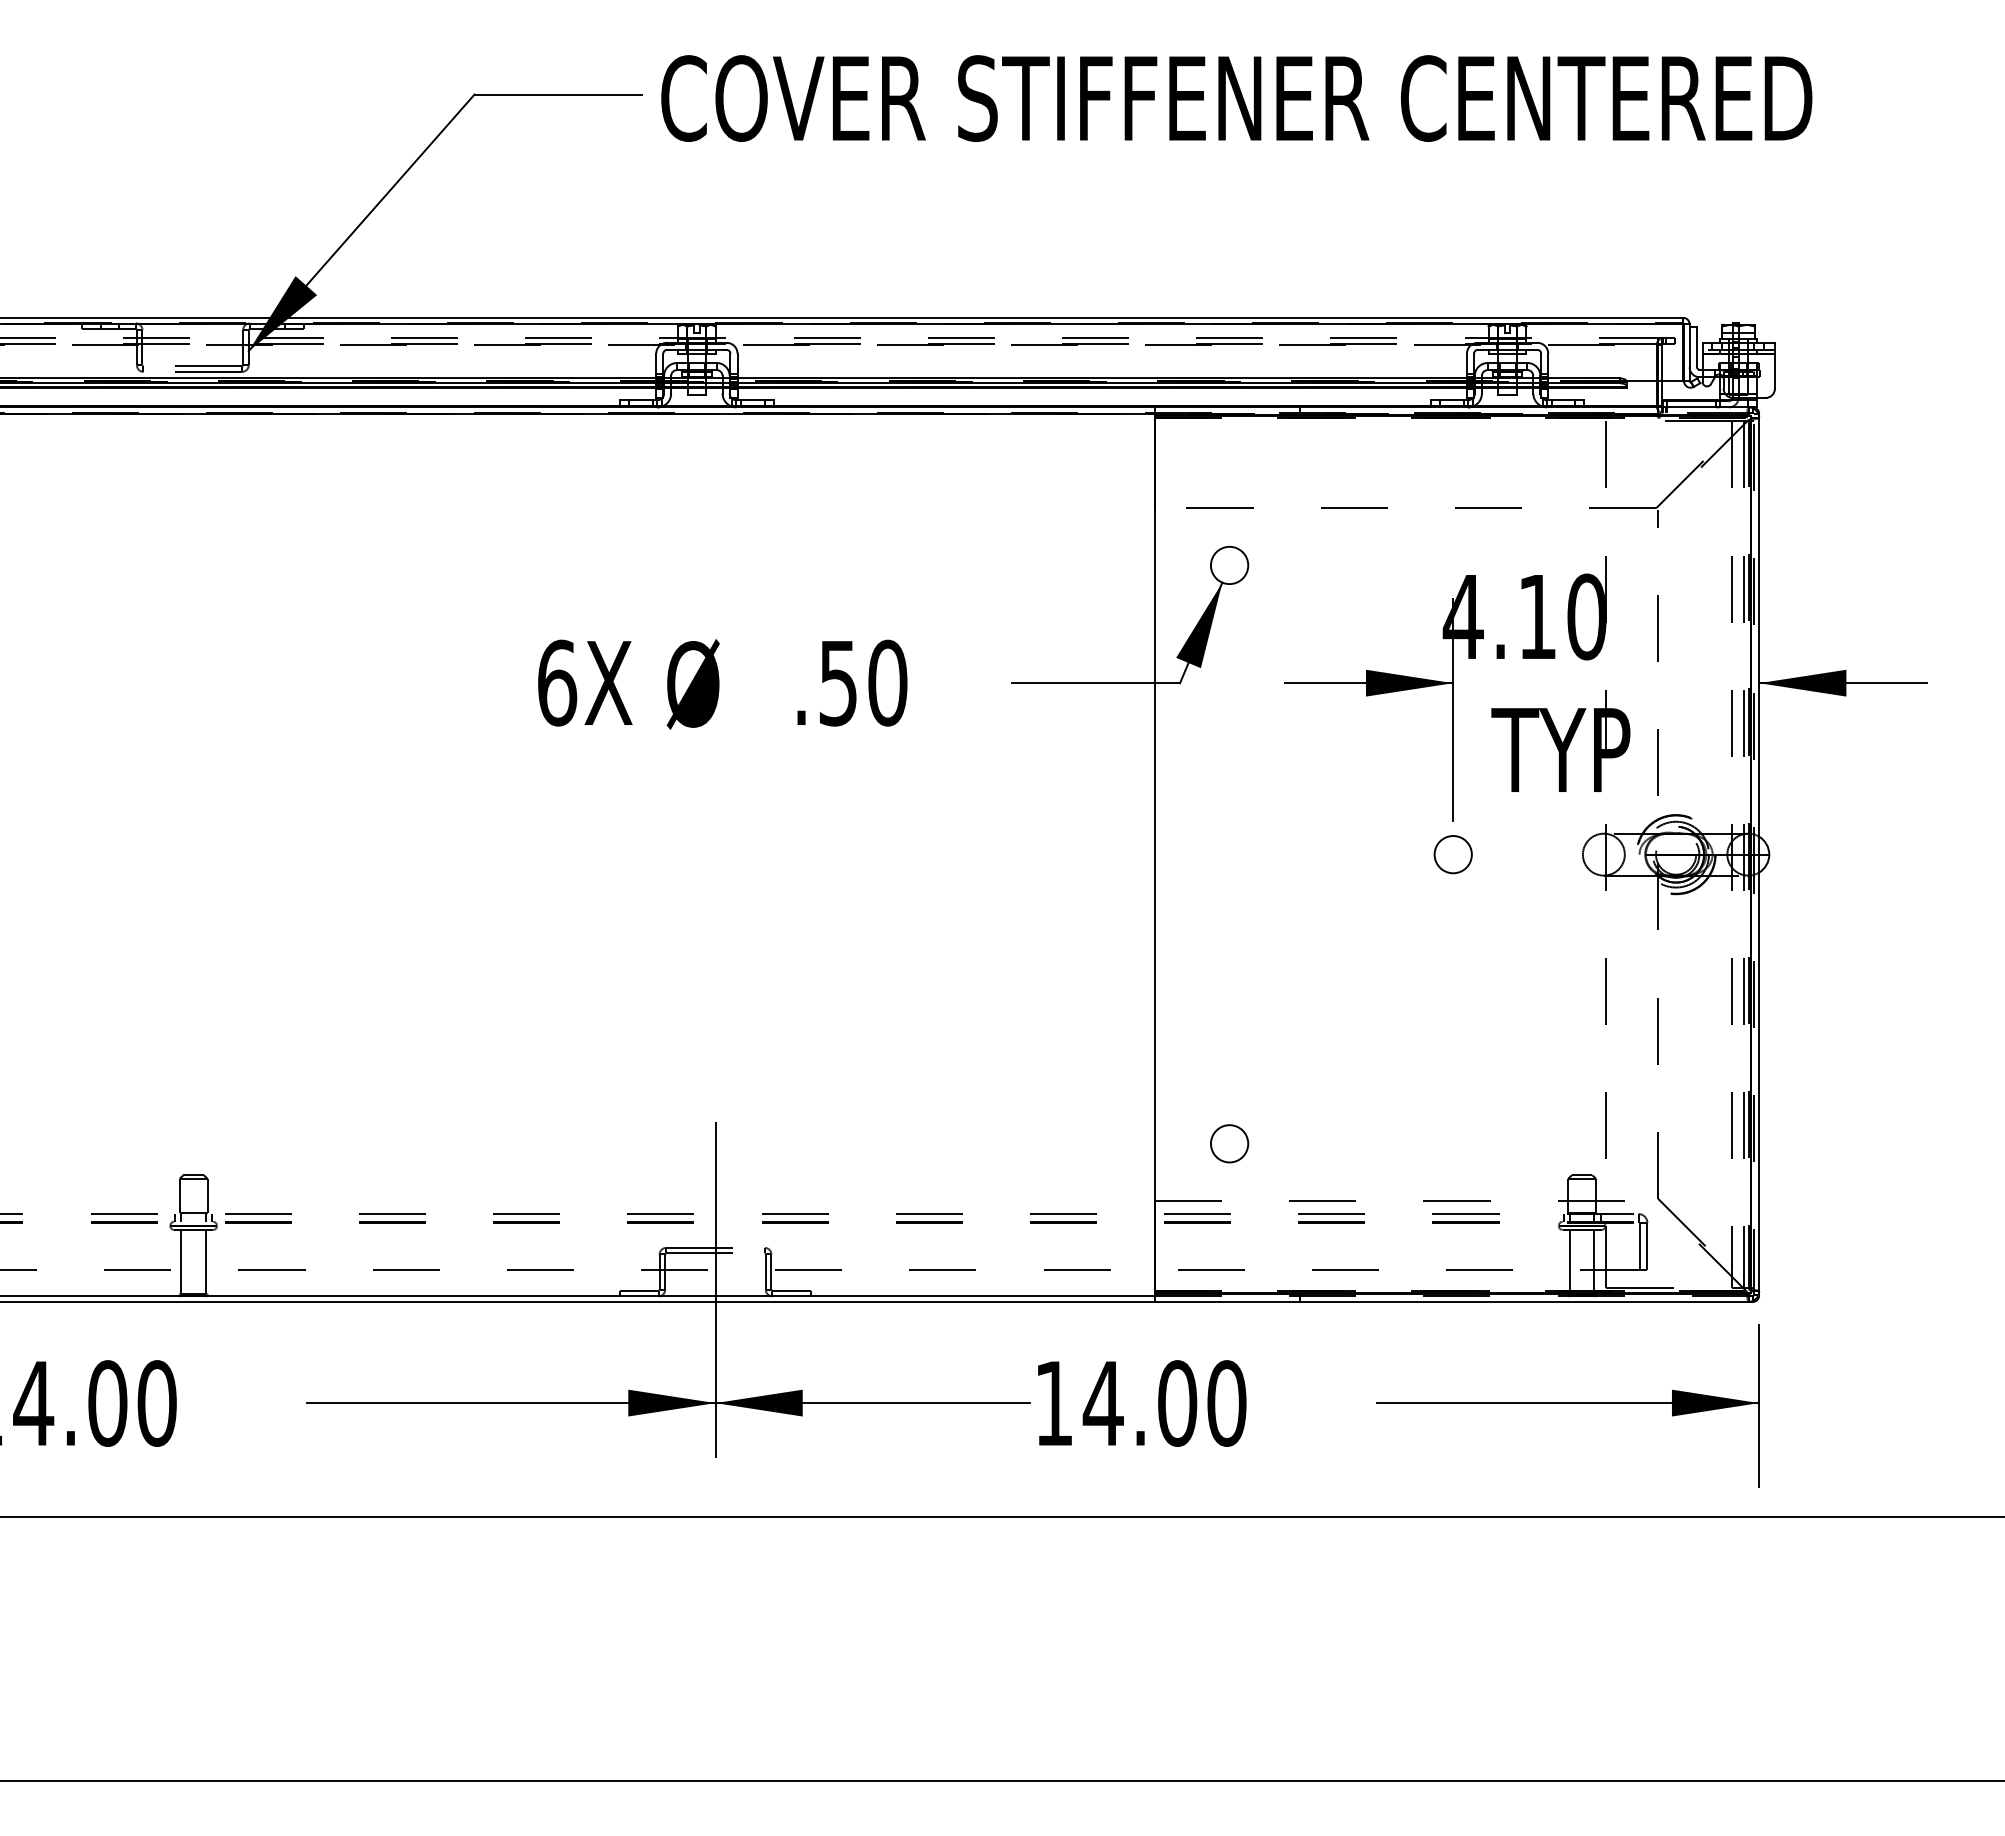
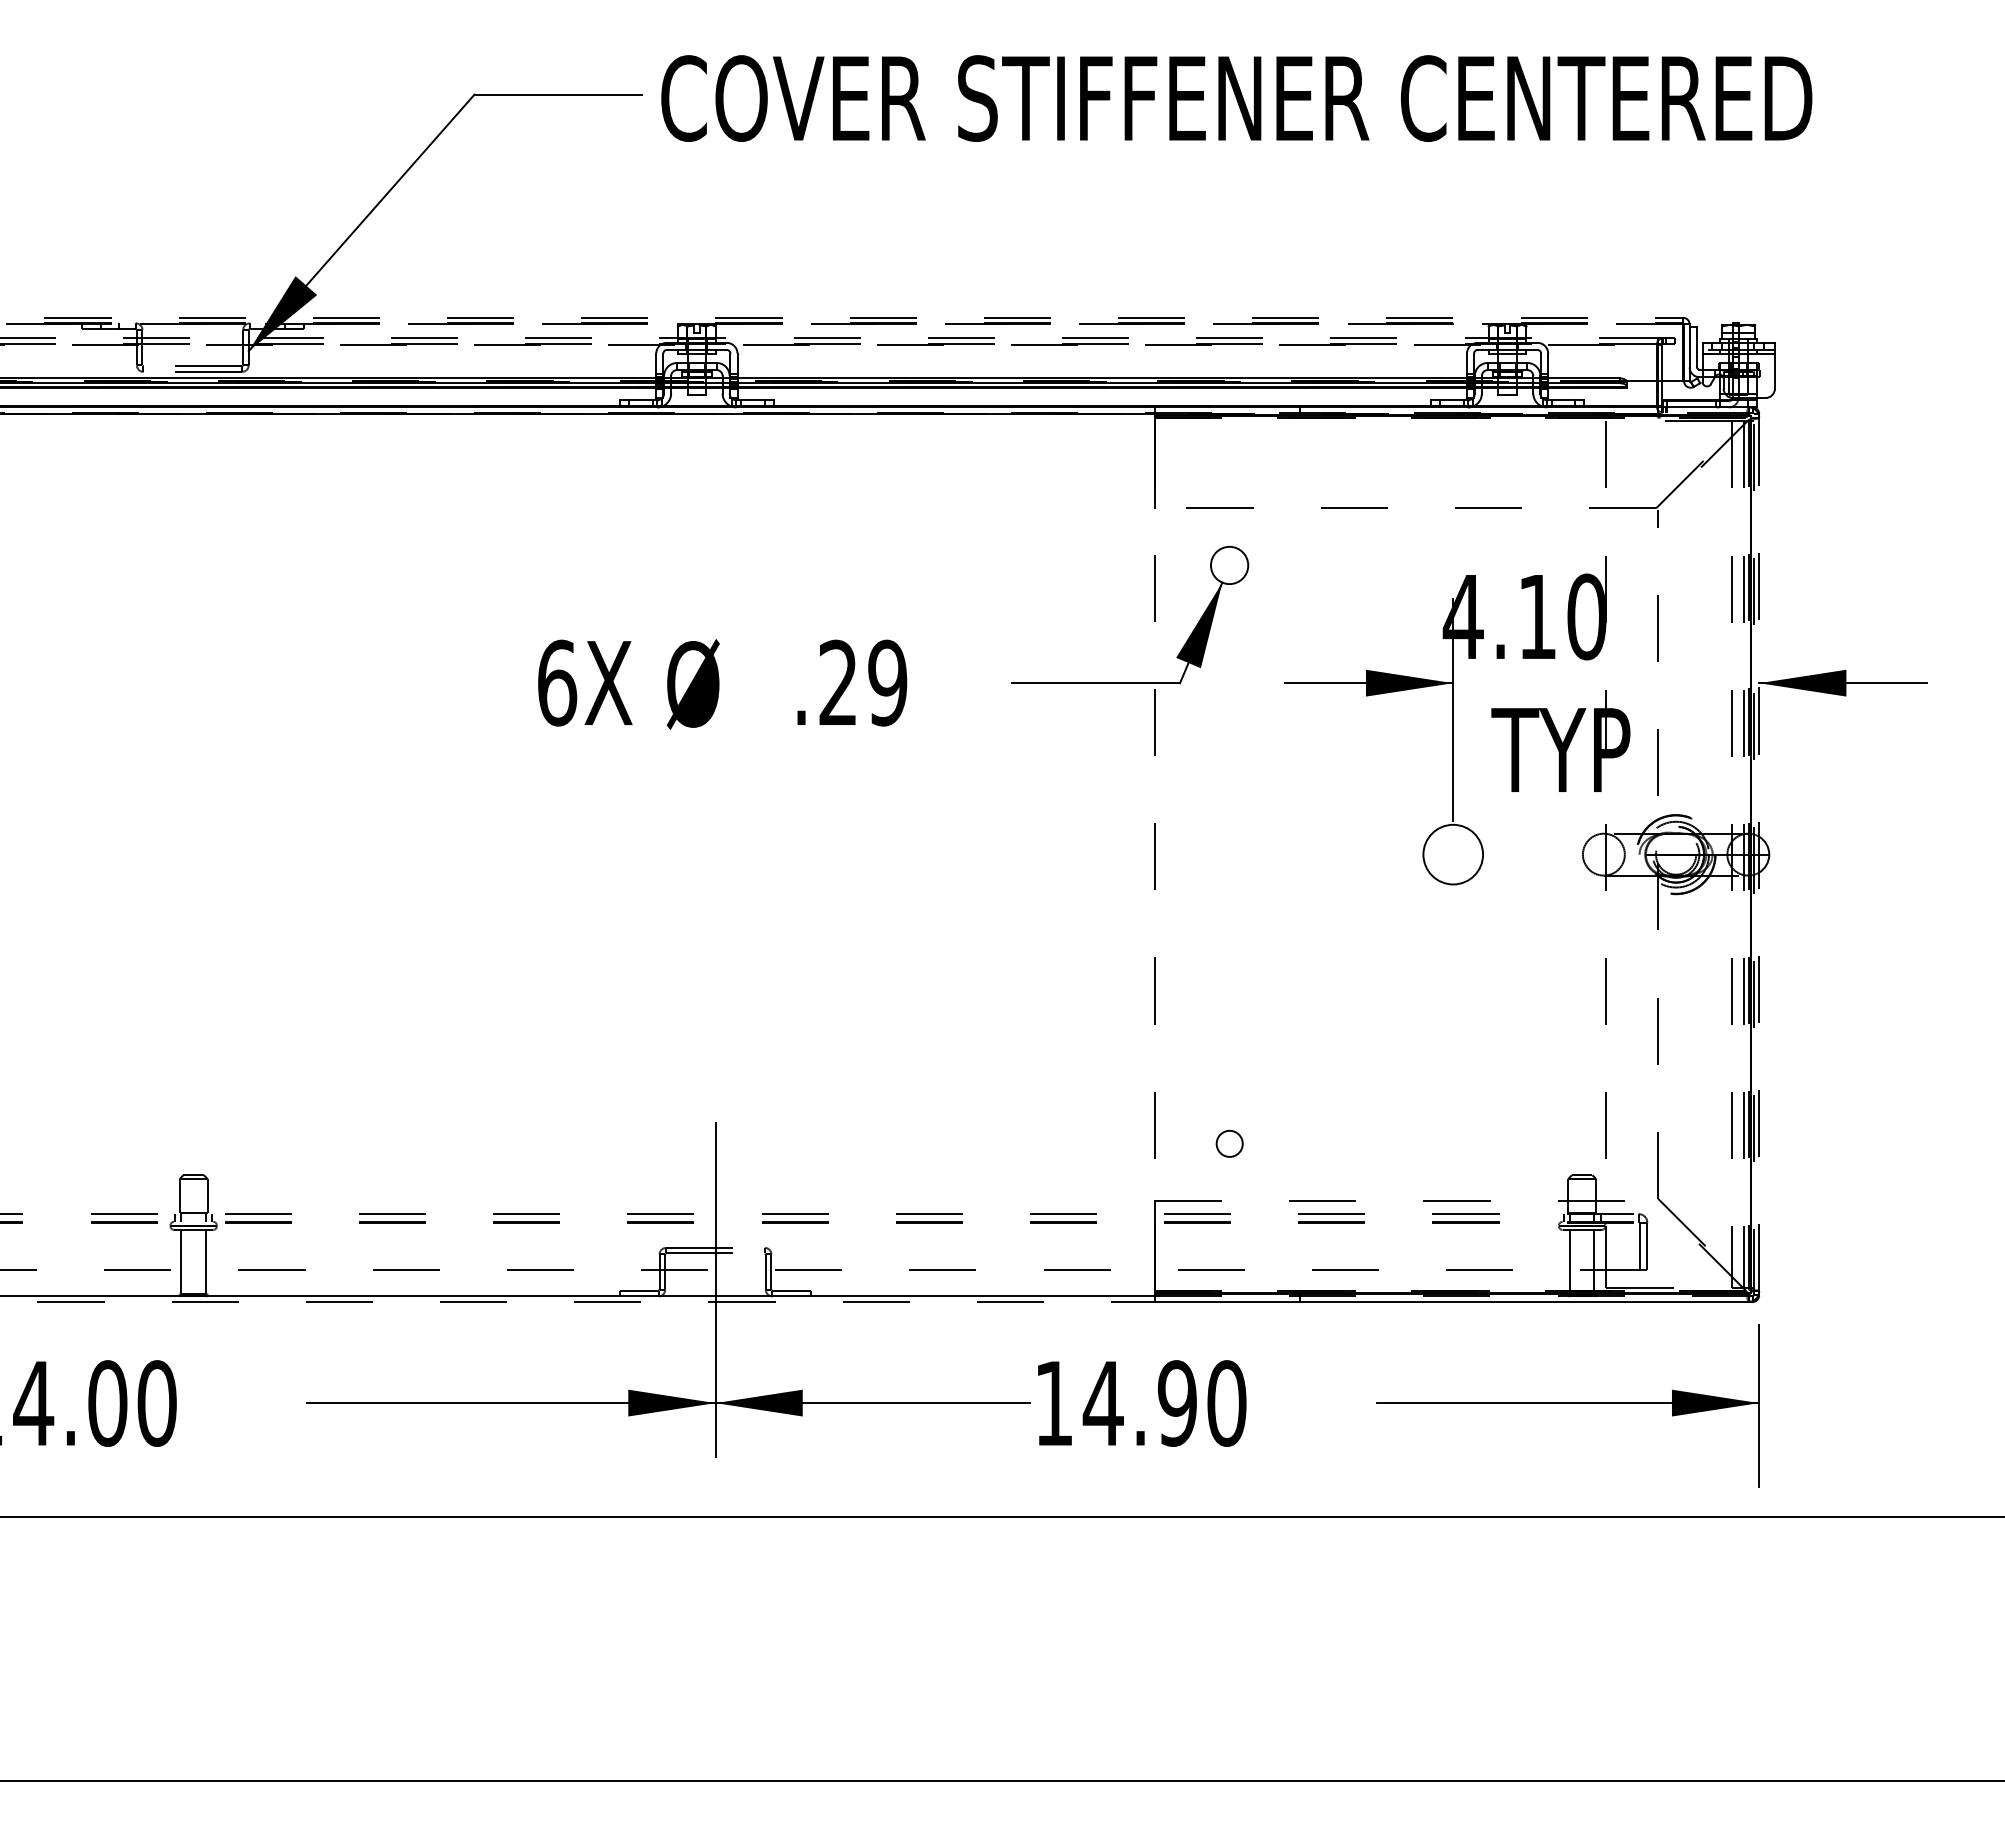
line at (842, 317): solid -> dashed
line at (842, 324): solid -> dashed
text at (863, 682): .50 -> .29
line at (1155, 854): solid -> dashed
circle at (1452, 854) diameter: 37 px -> 60 px
line at (1759, 854): solid -> dashed
circle at (1229, 1143) size: 40x40 px -> 29x29 px
line at (578, 1301): solid -> dashed
text at (1177, 1403): 14.00 -> 14.90
